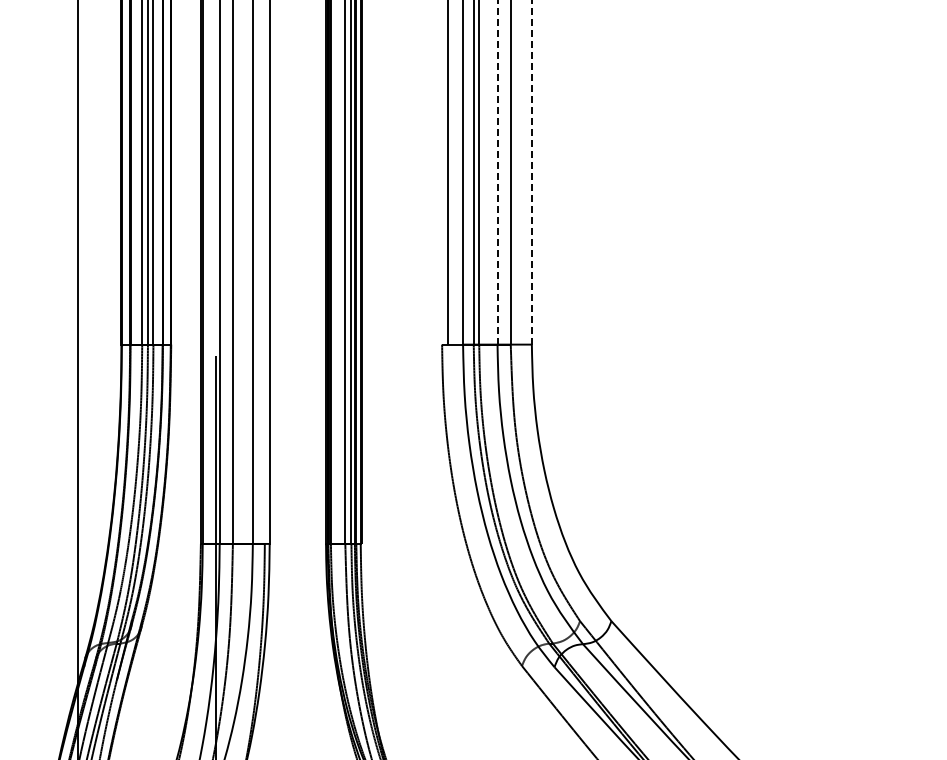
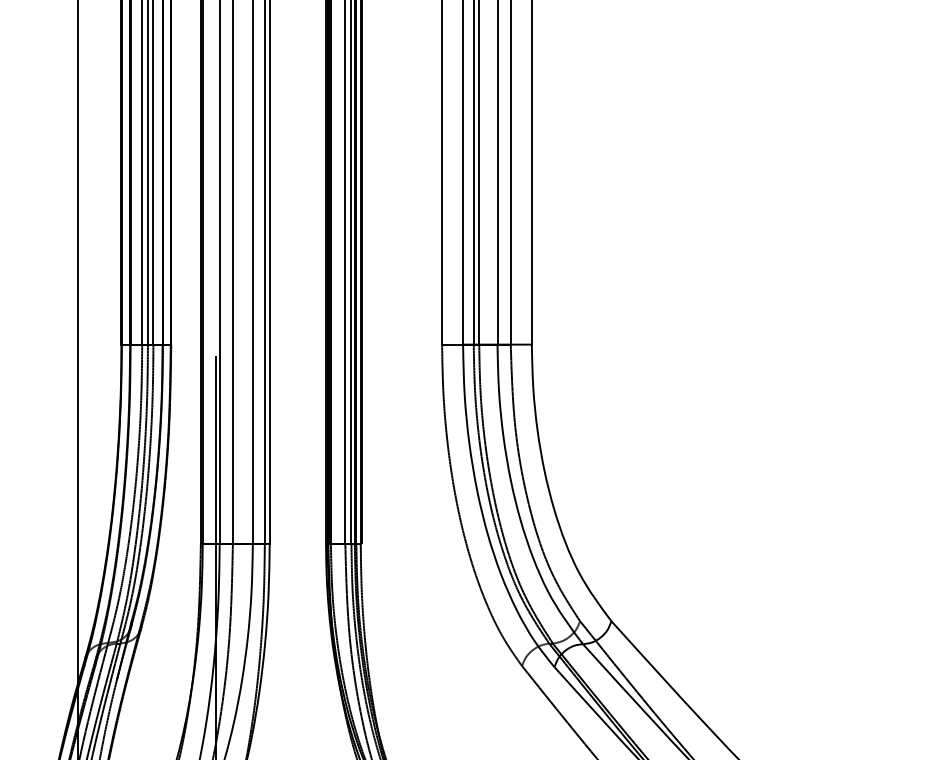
line at (497, 171): dashed -> solid
line at (531, 171): dashed -> solid
line at (448, 173) position: (448, 173) -> (442, 173)
line at (264, 272): none -> present
